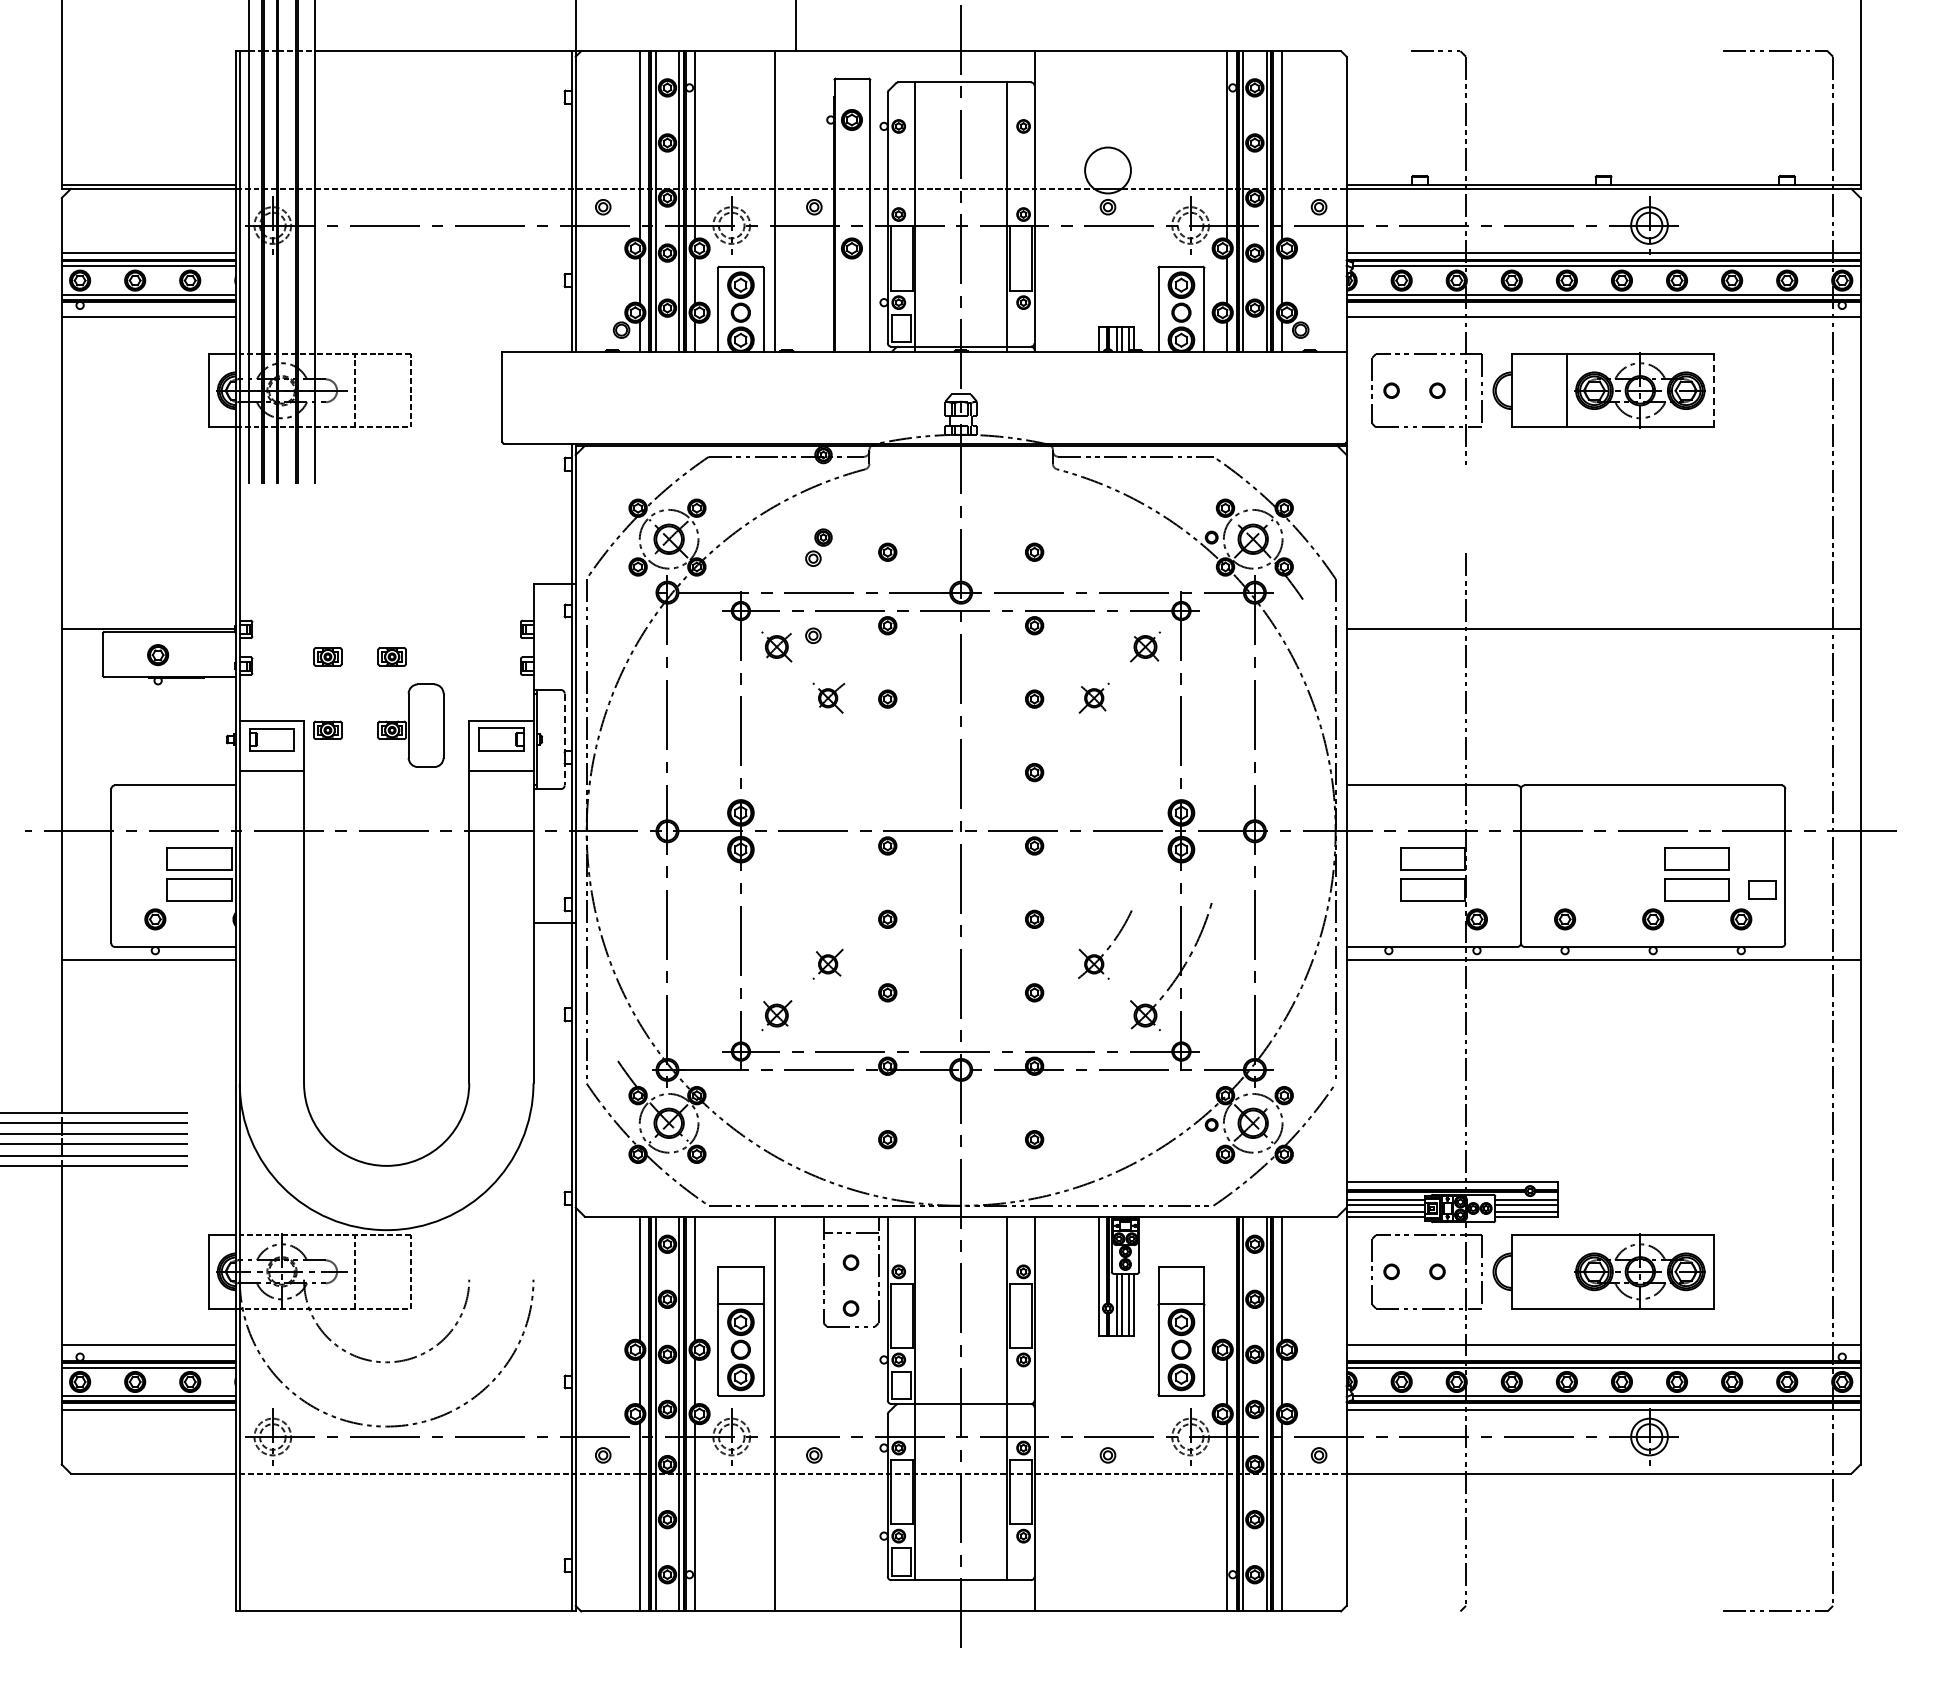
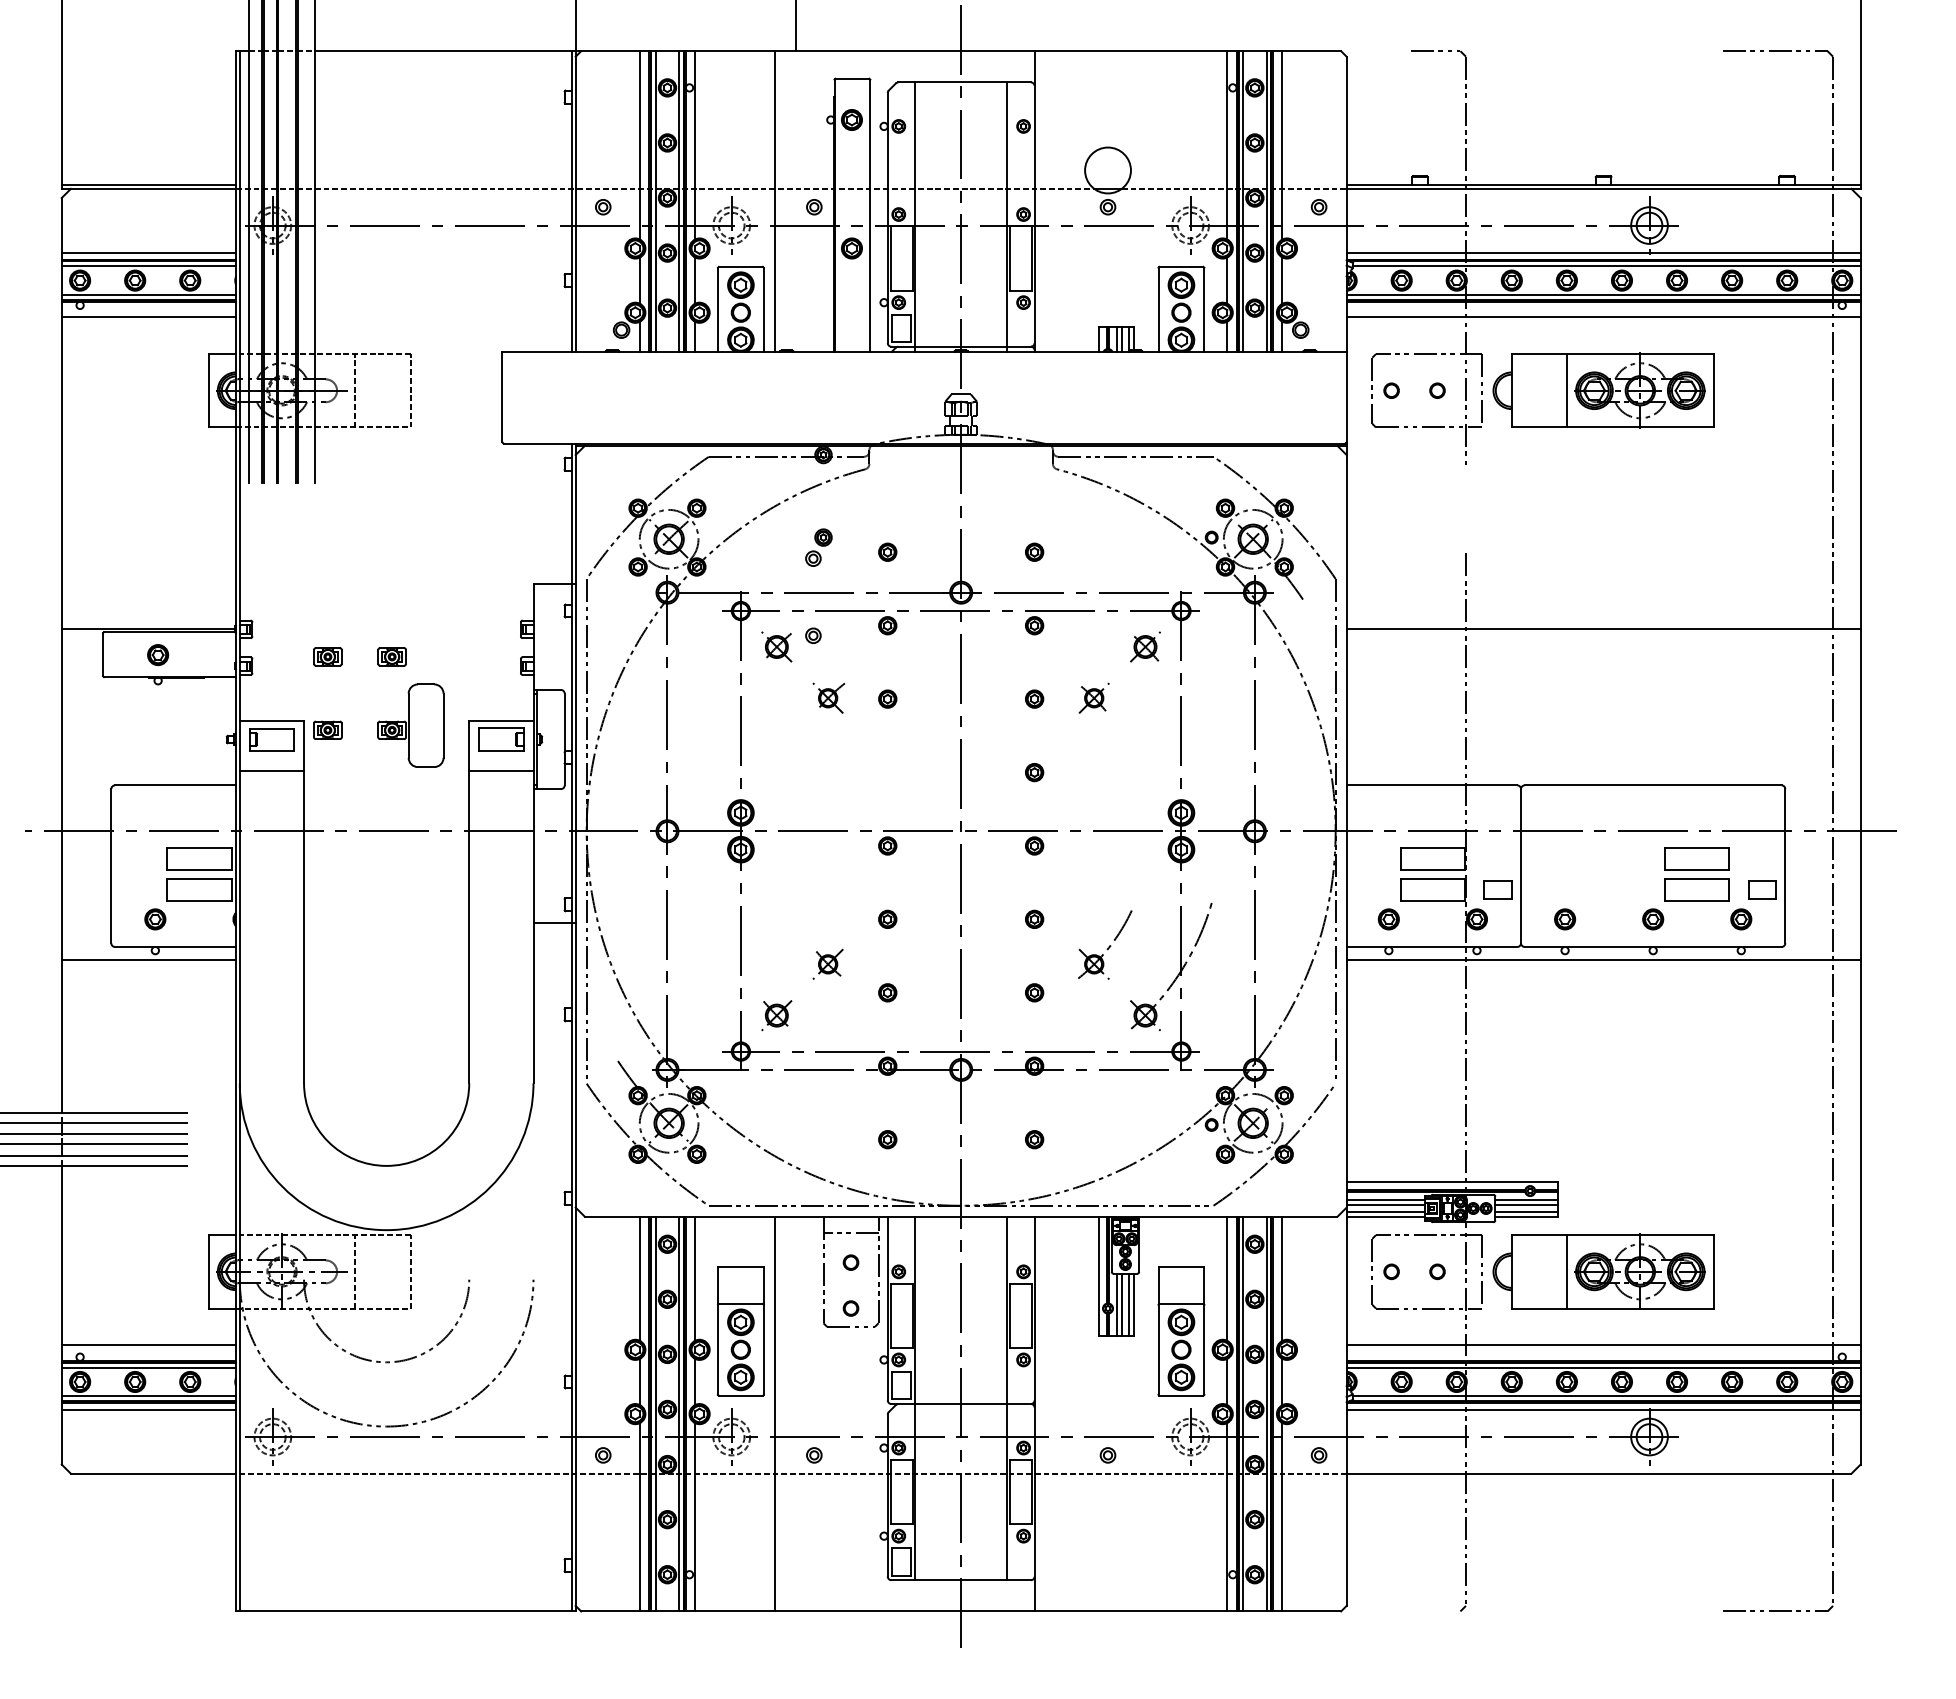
line at (1713, 390): dashed -> solid
line at (564, 739): dashed -> solid
part at (1497, 889): none -> present
part at (1388, 919): none -> present
line at (1566, 1271): none -> present
line at (1227, 1278): none -> present
